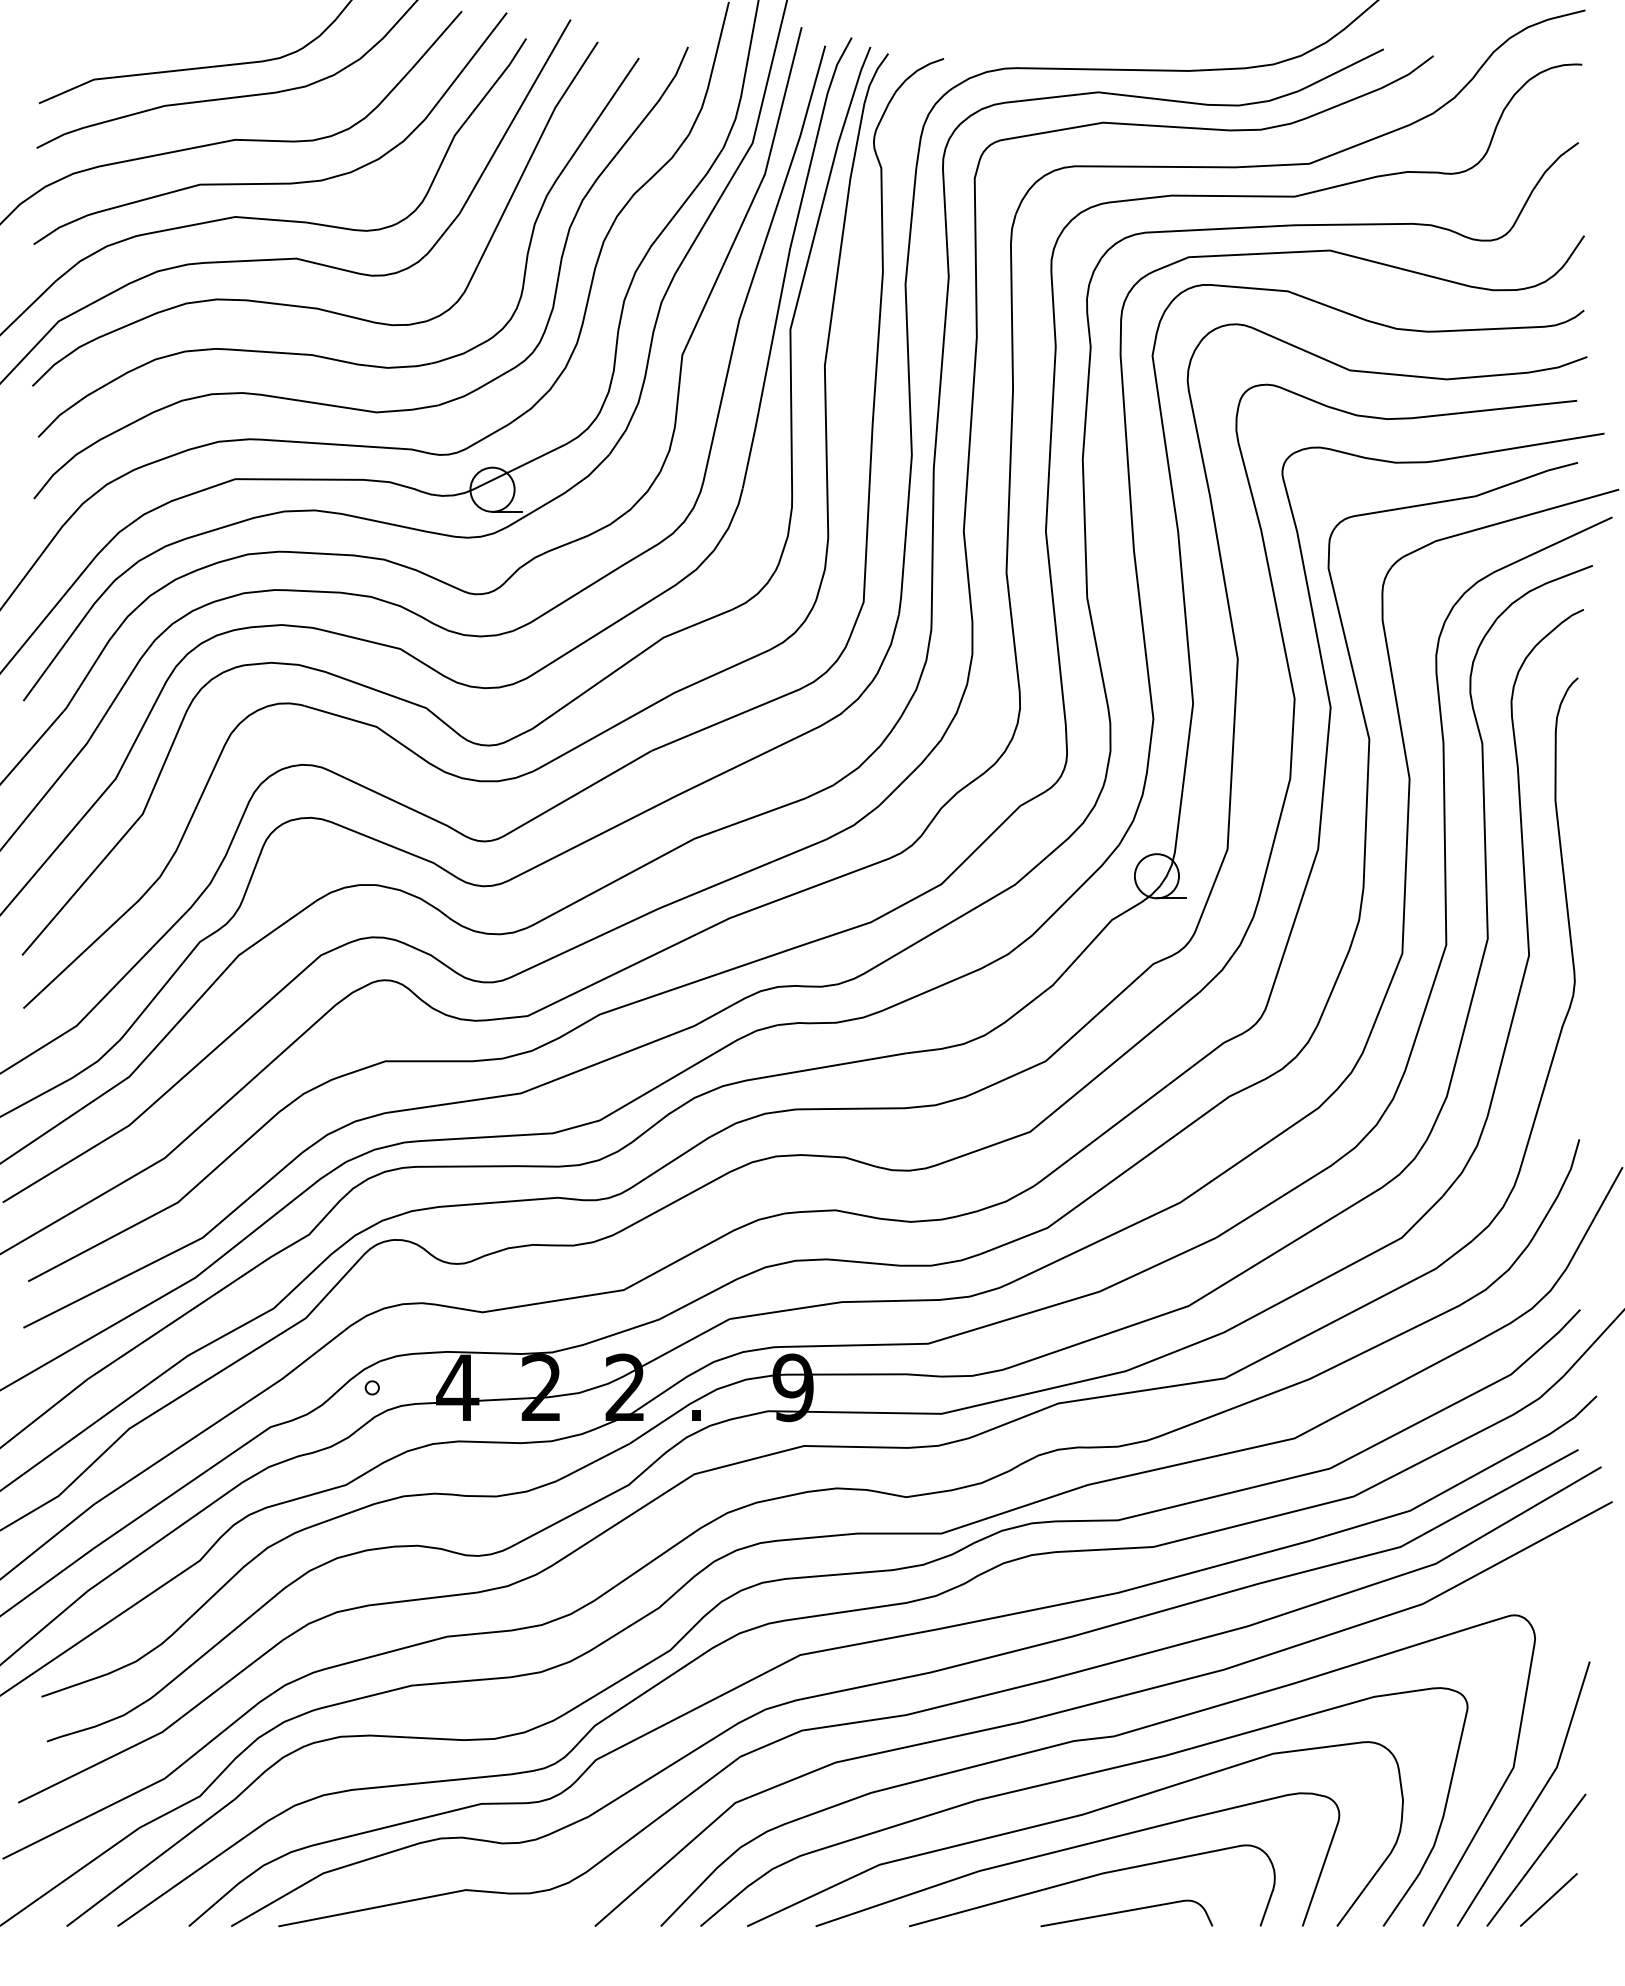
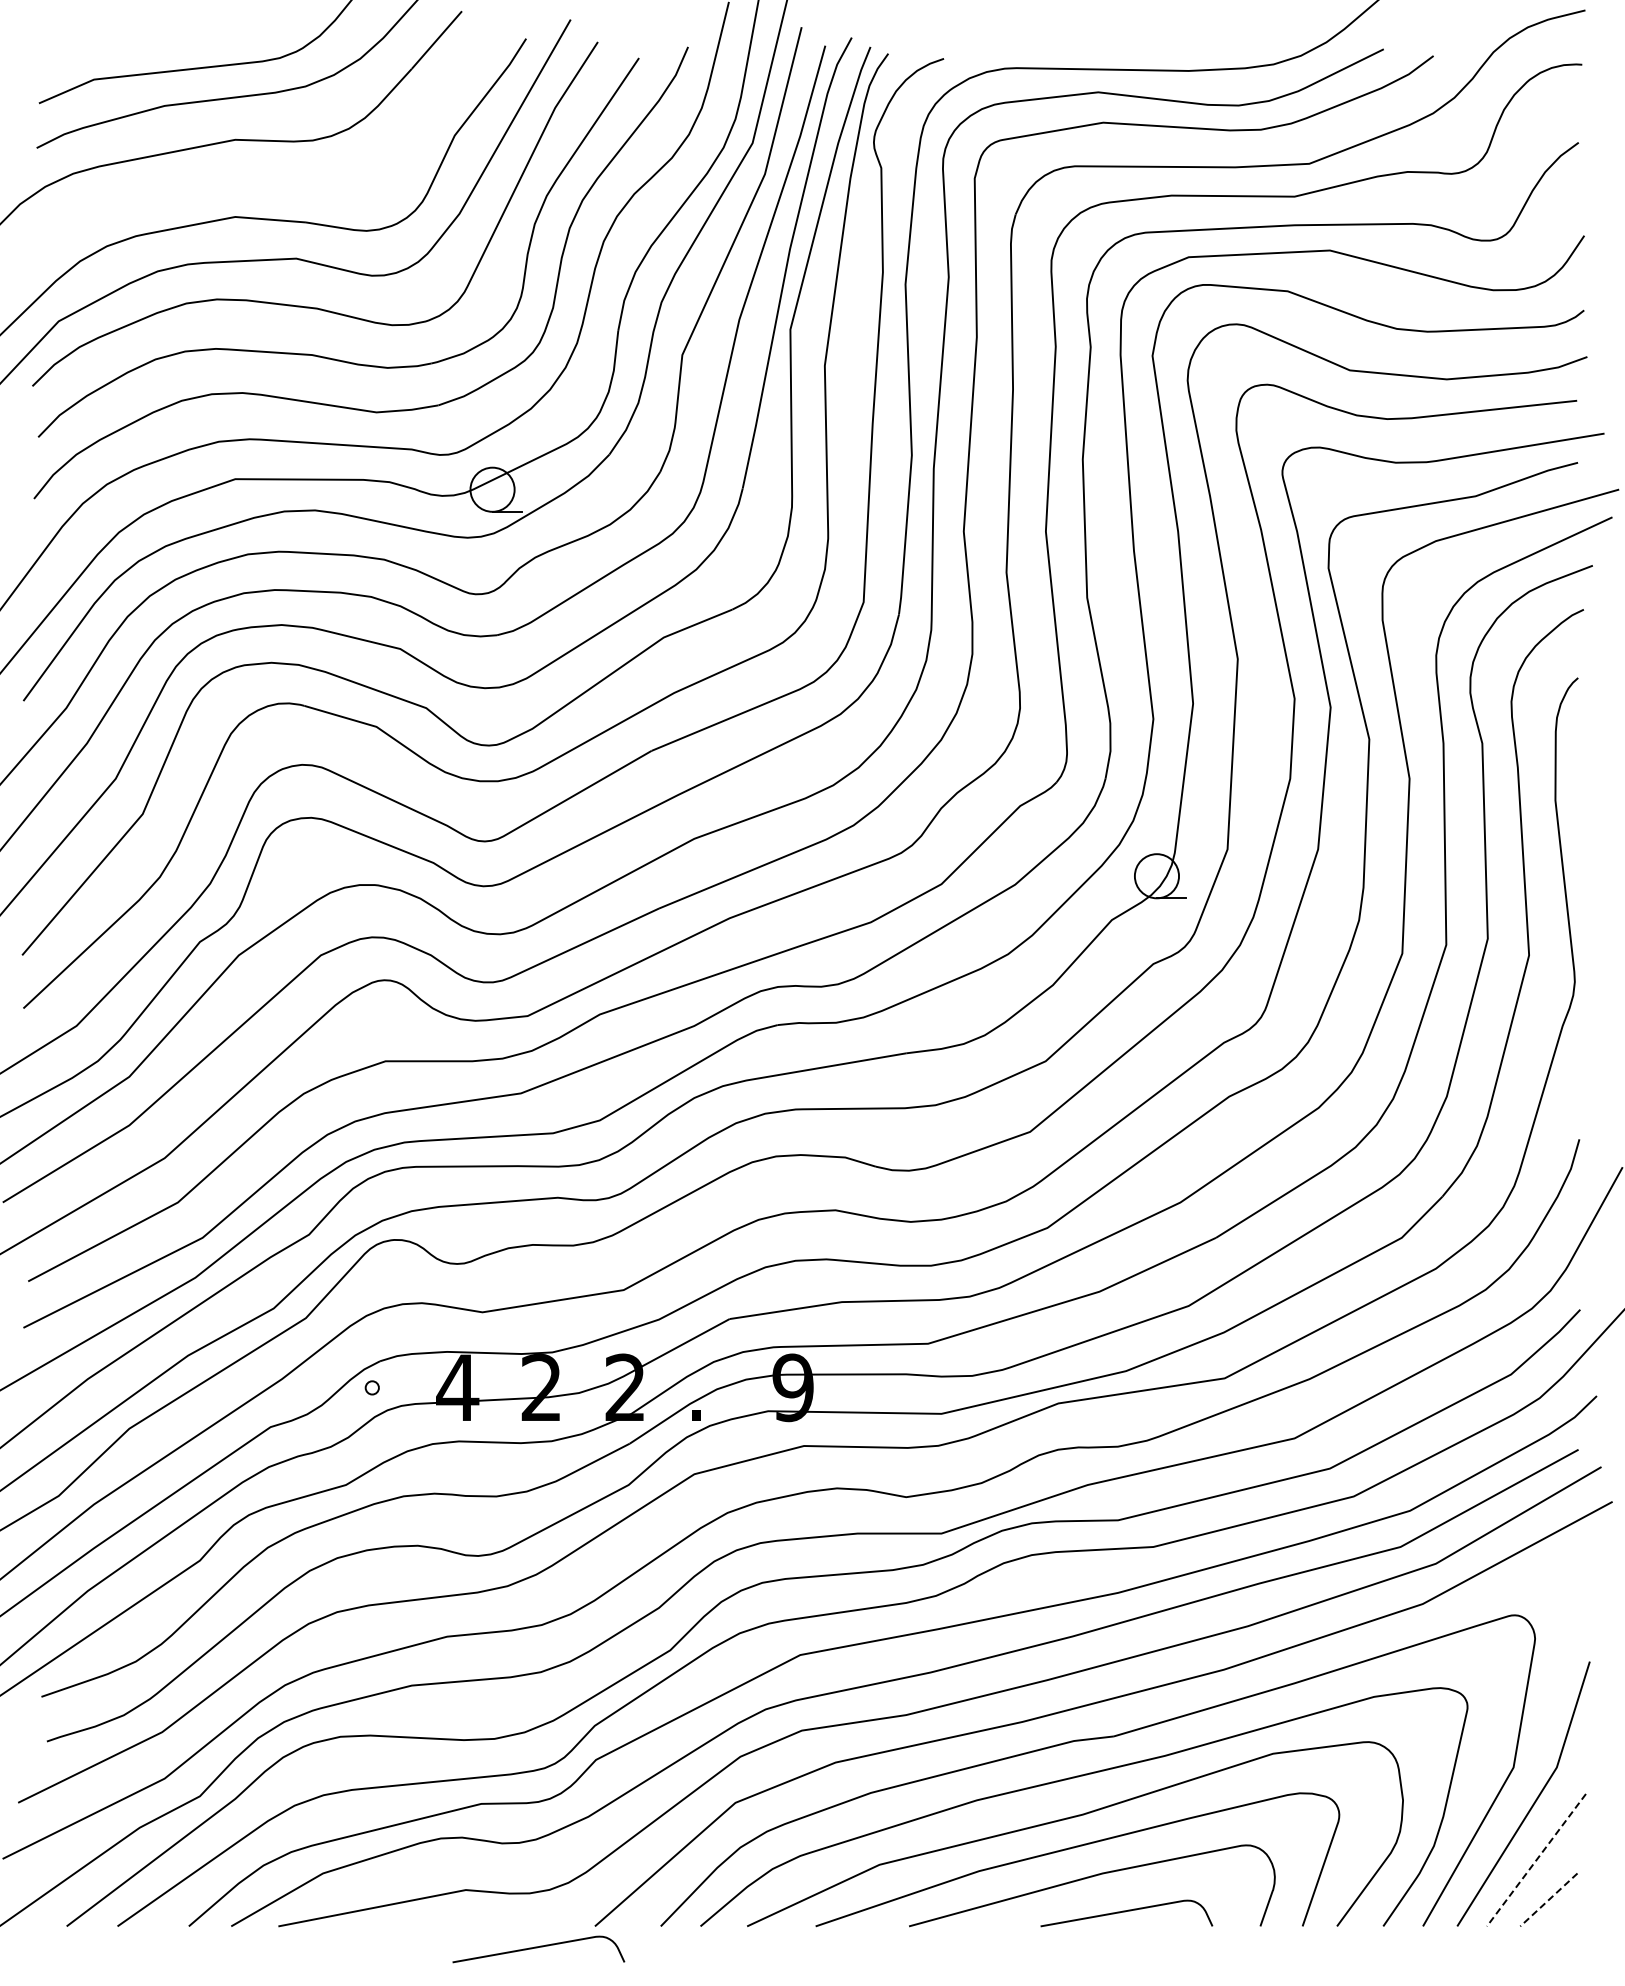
curve at (270, 182): present -> none
line at (1536, 1860): solid -> dashed
line at (1548, 1899): solid -> dashed
curve at (537, 1948): none -> present
